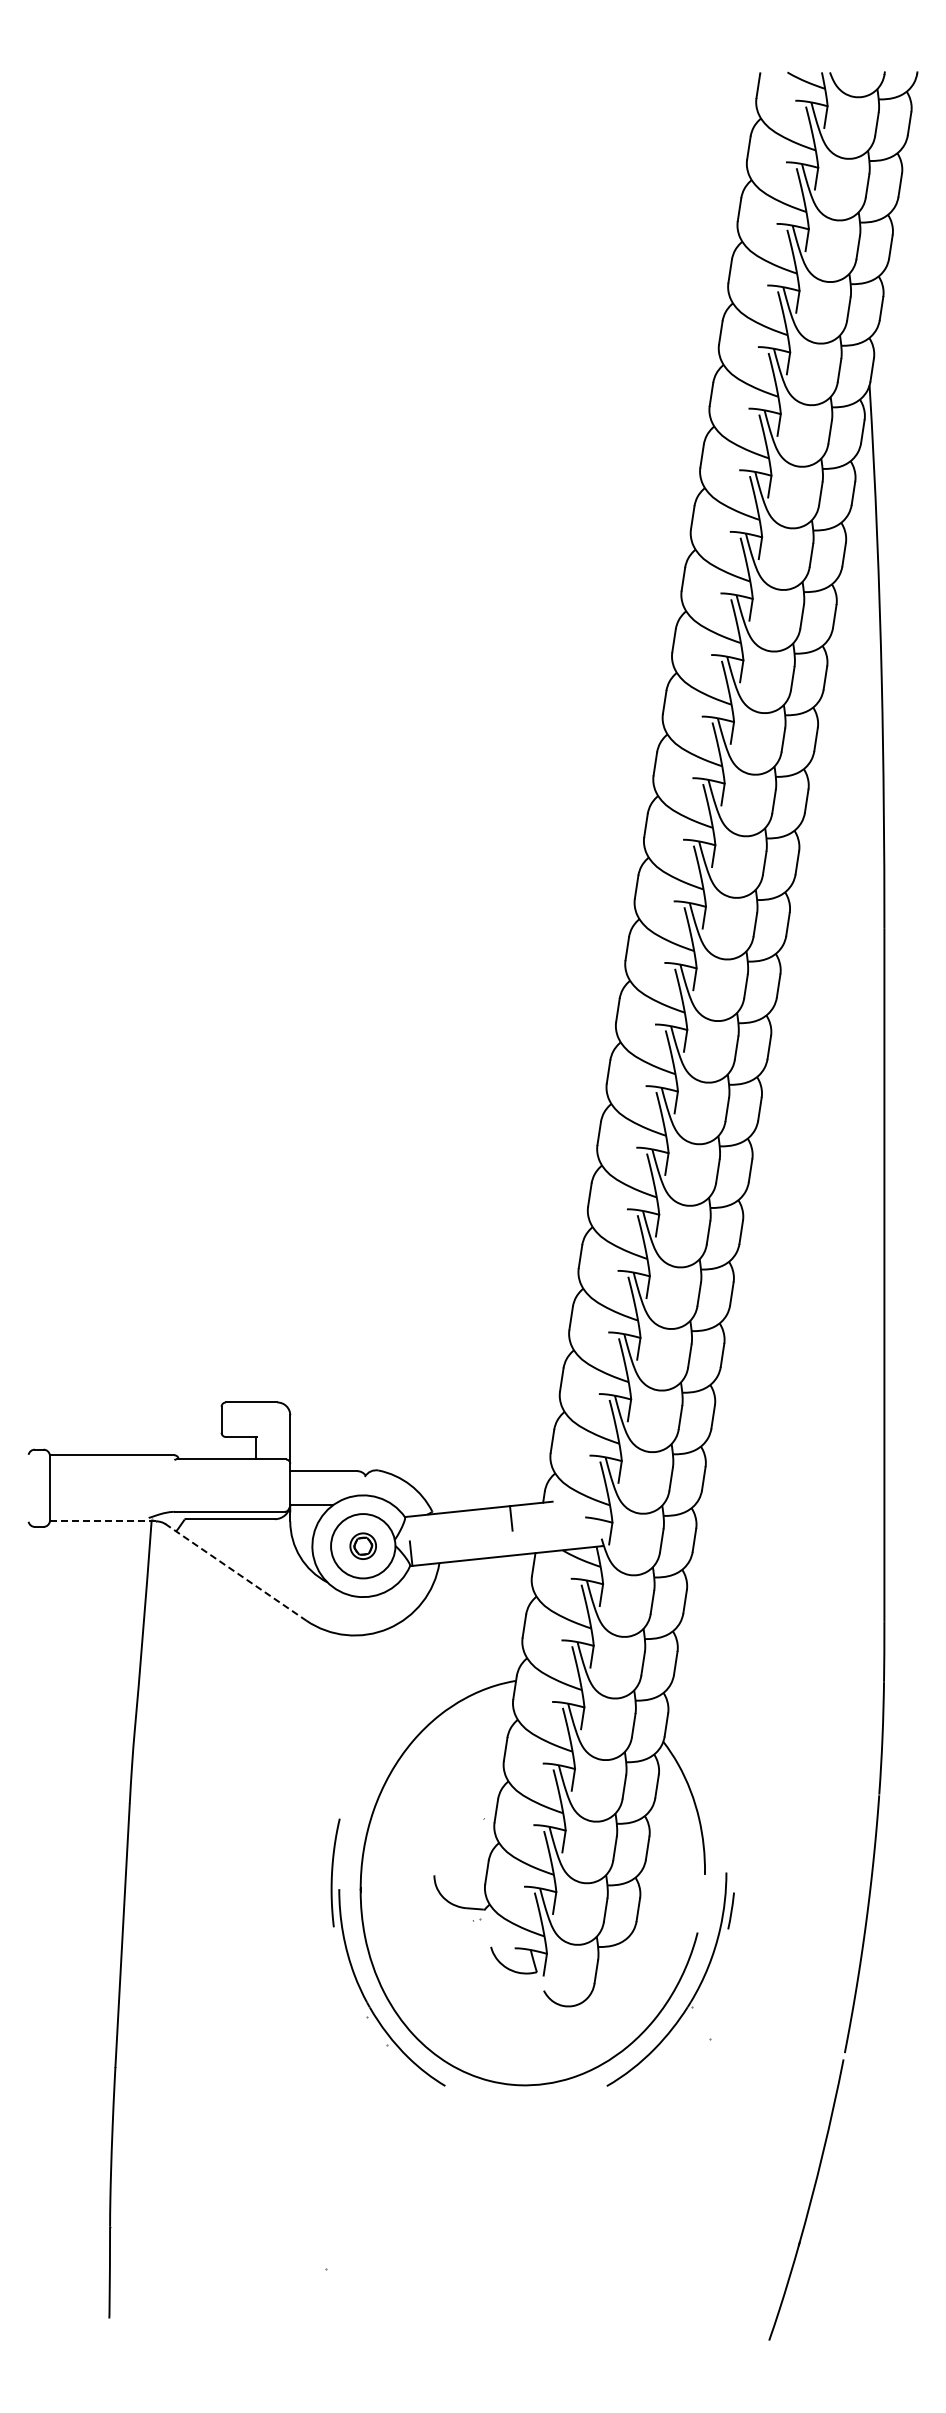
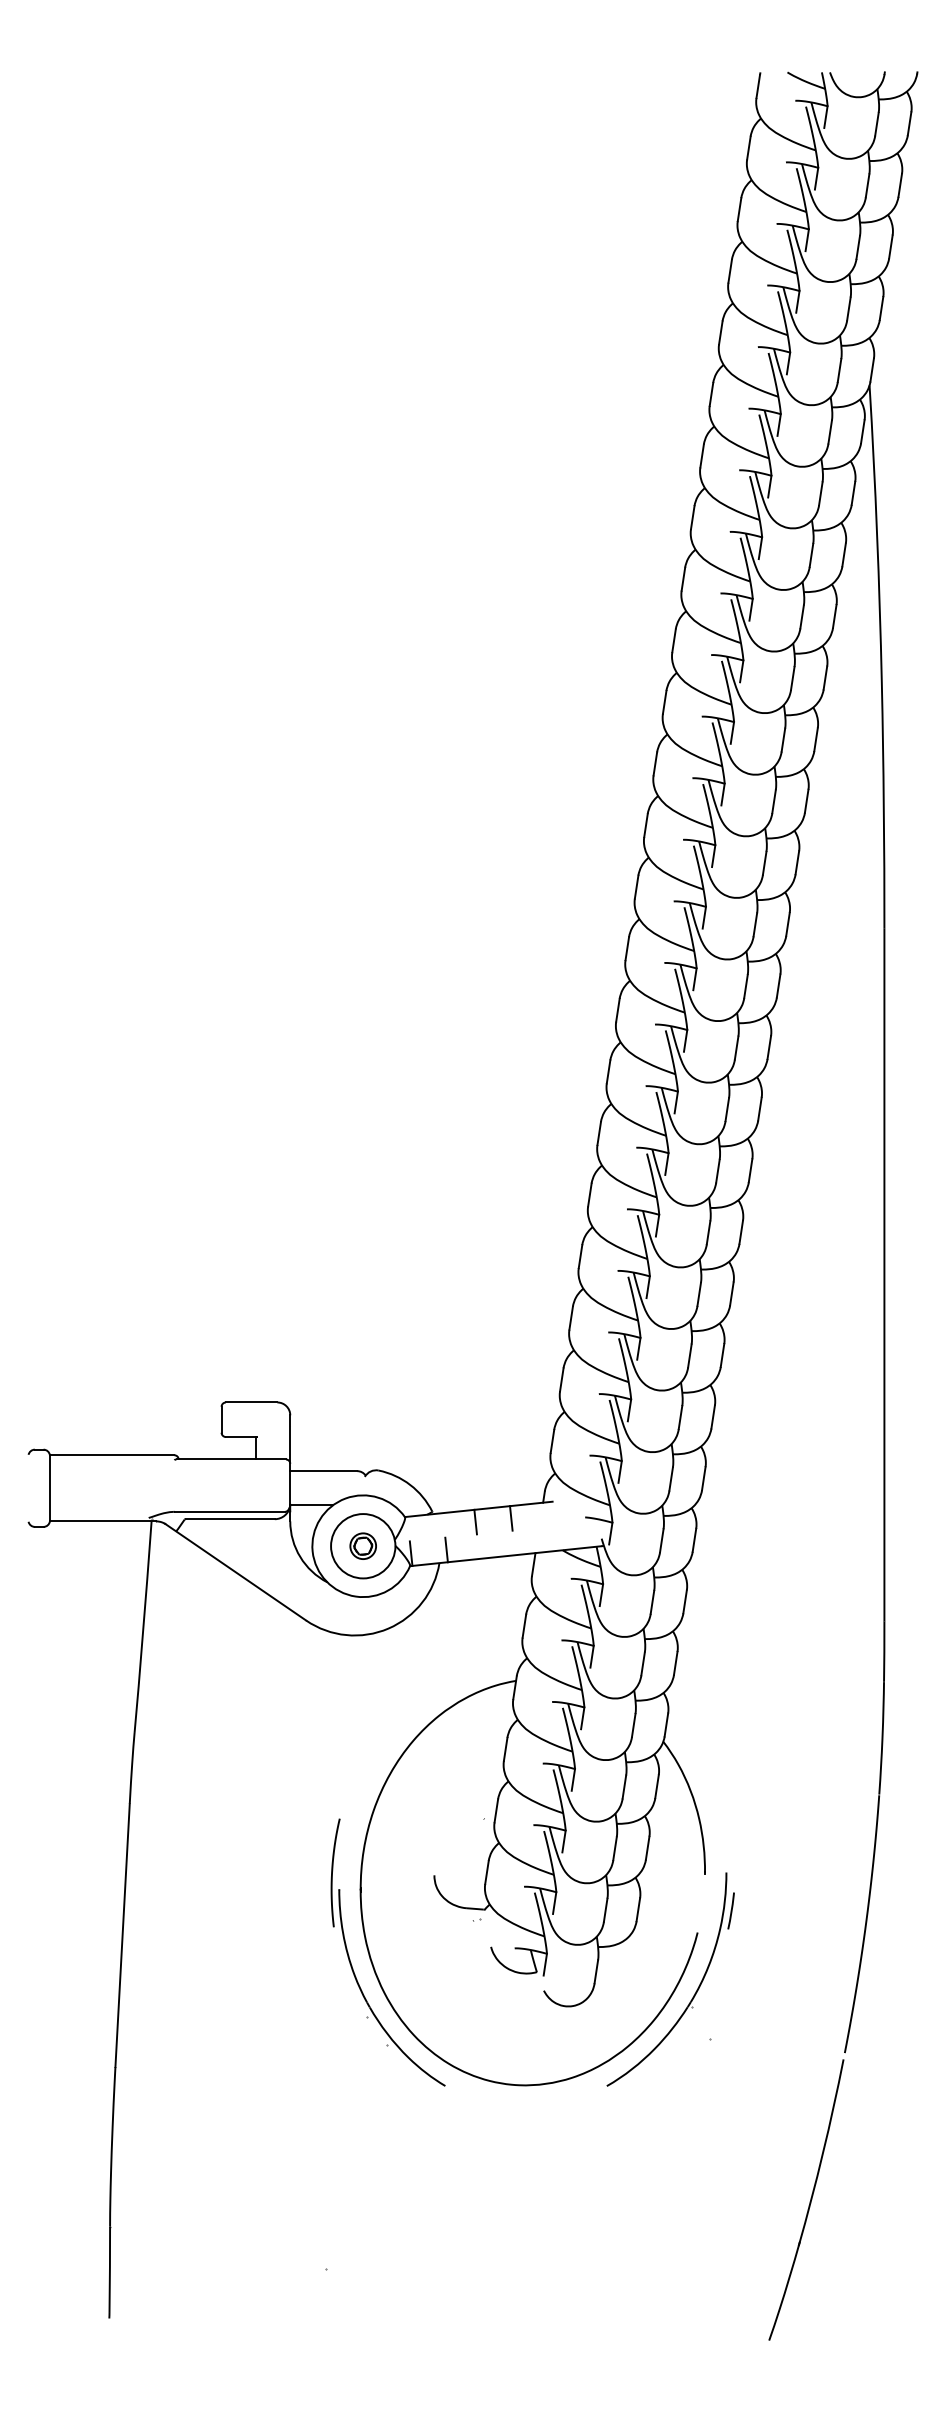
line at (102, 1521): dashed -> solid
line at (475, 1521): none -> present
line at (446, 1549): none -> present
line at (235, 1572): dashed -> solid
